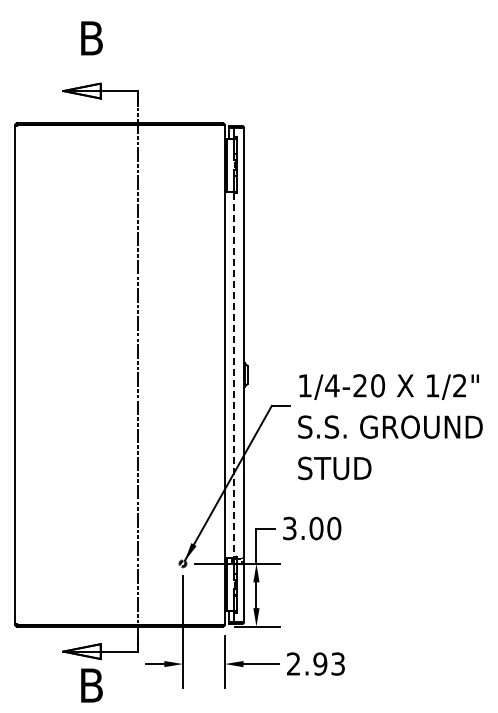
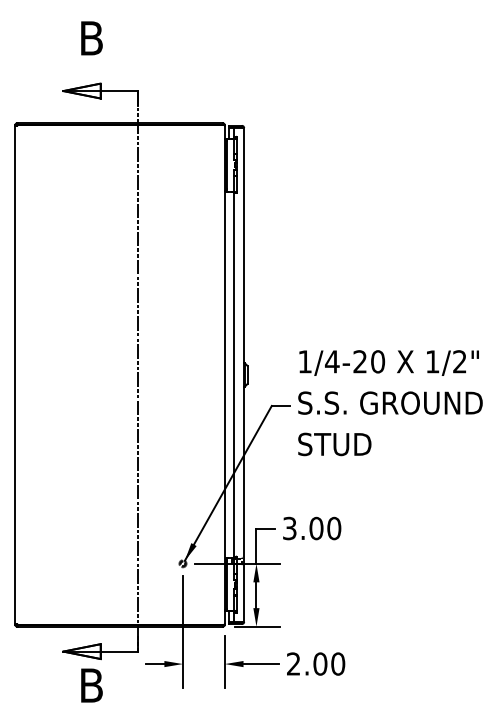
line at (234, 374): dashed -> solid
text at (390, 427) position: (390, 427) -> (390, 403)
text at (329, 663): 2.93 -> 2.00
